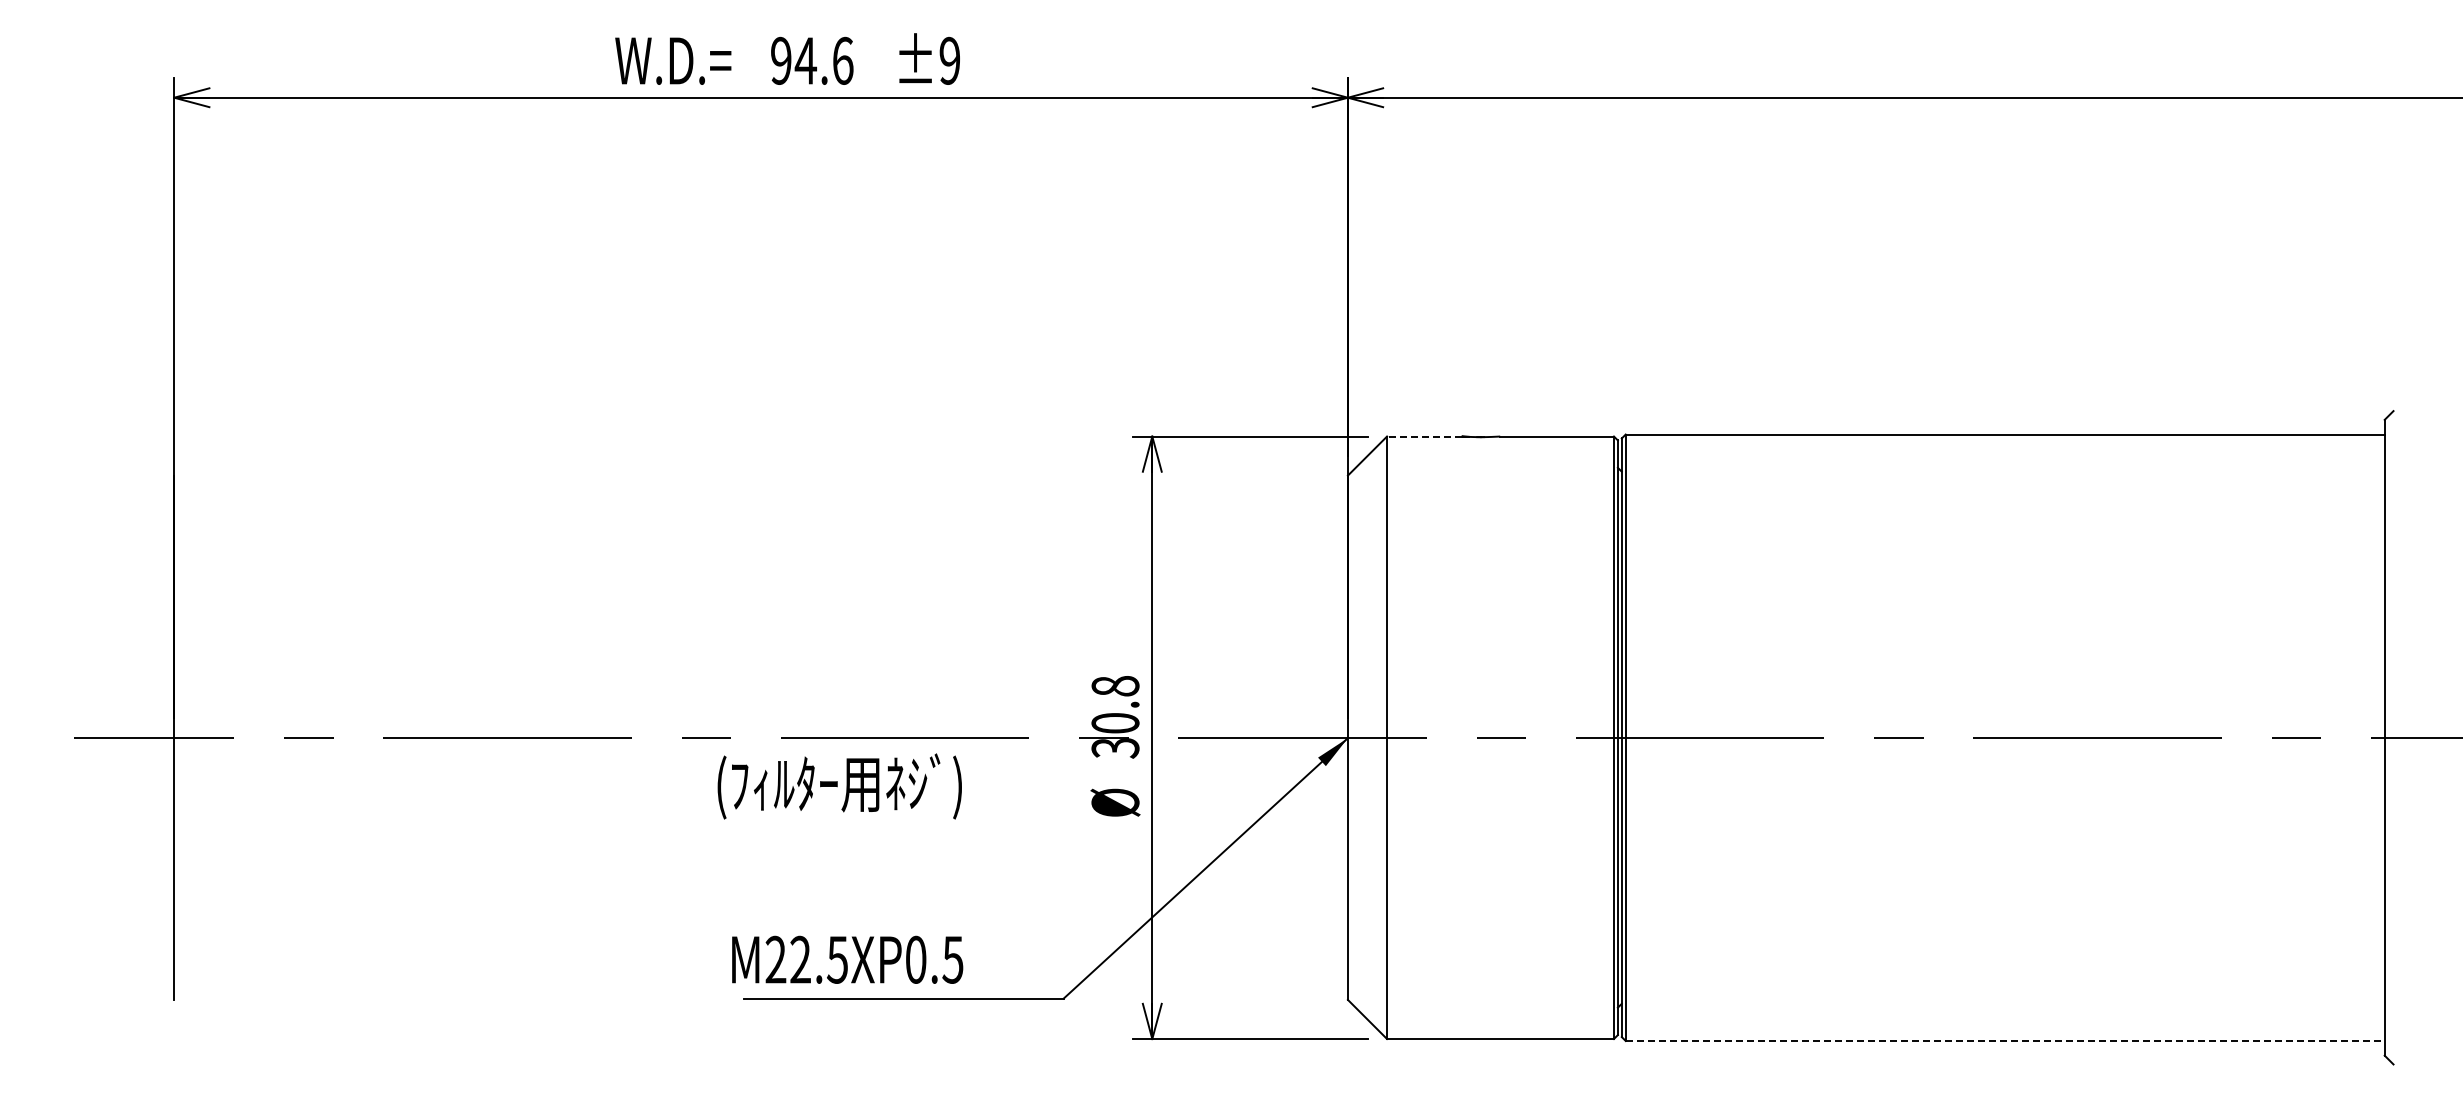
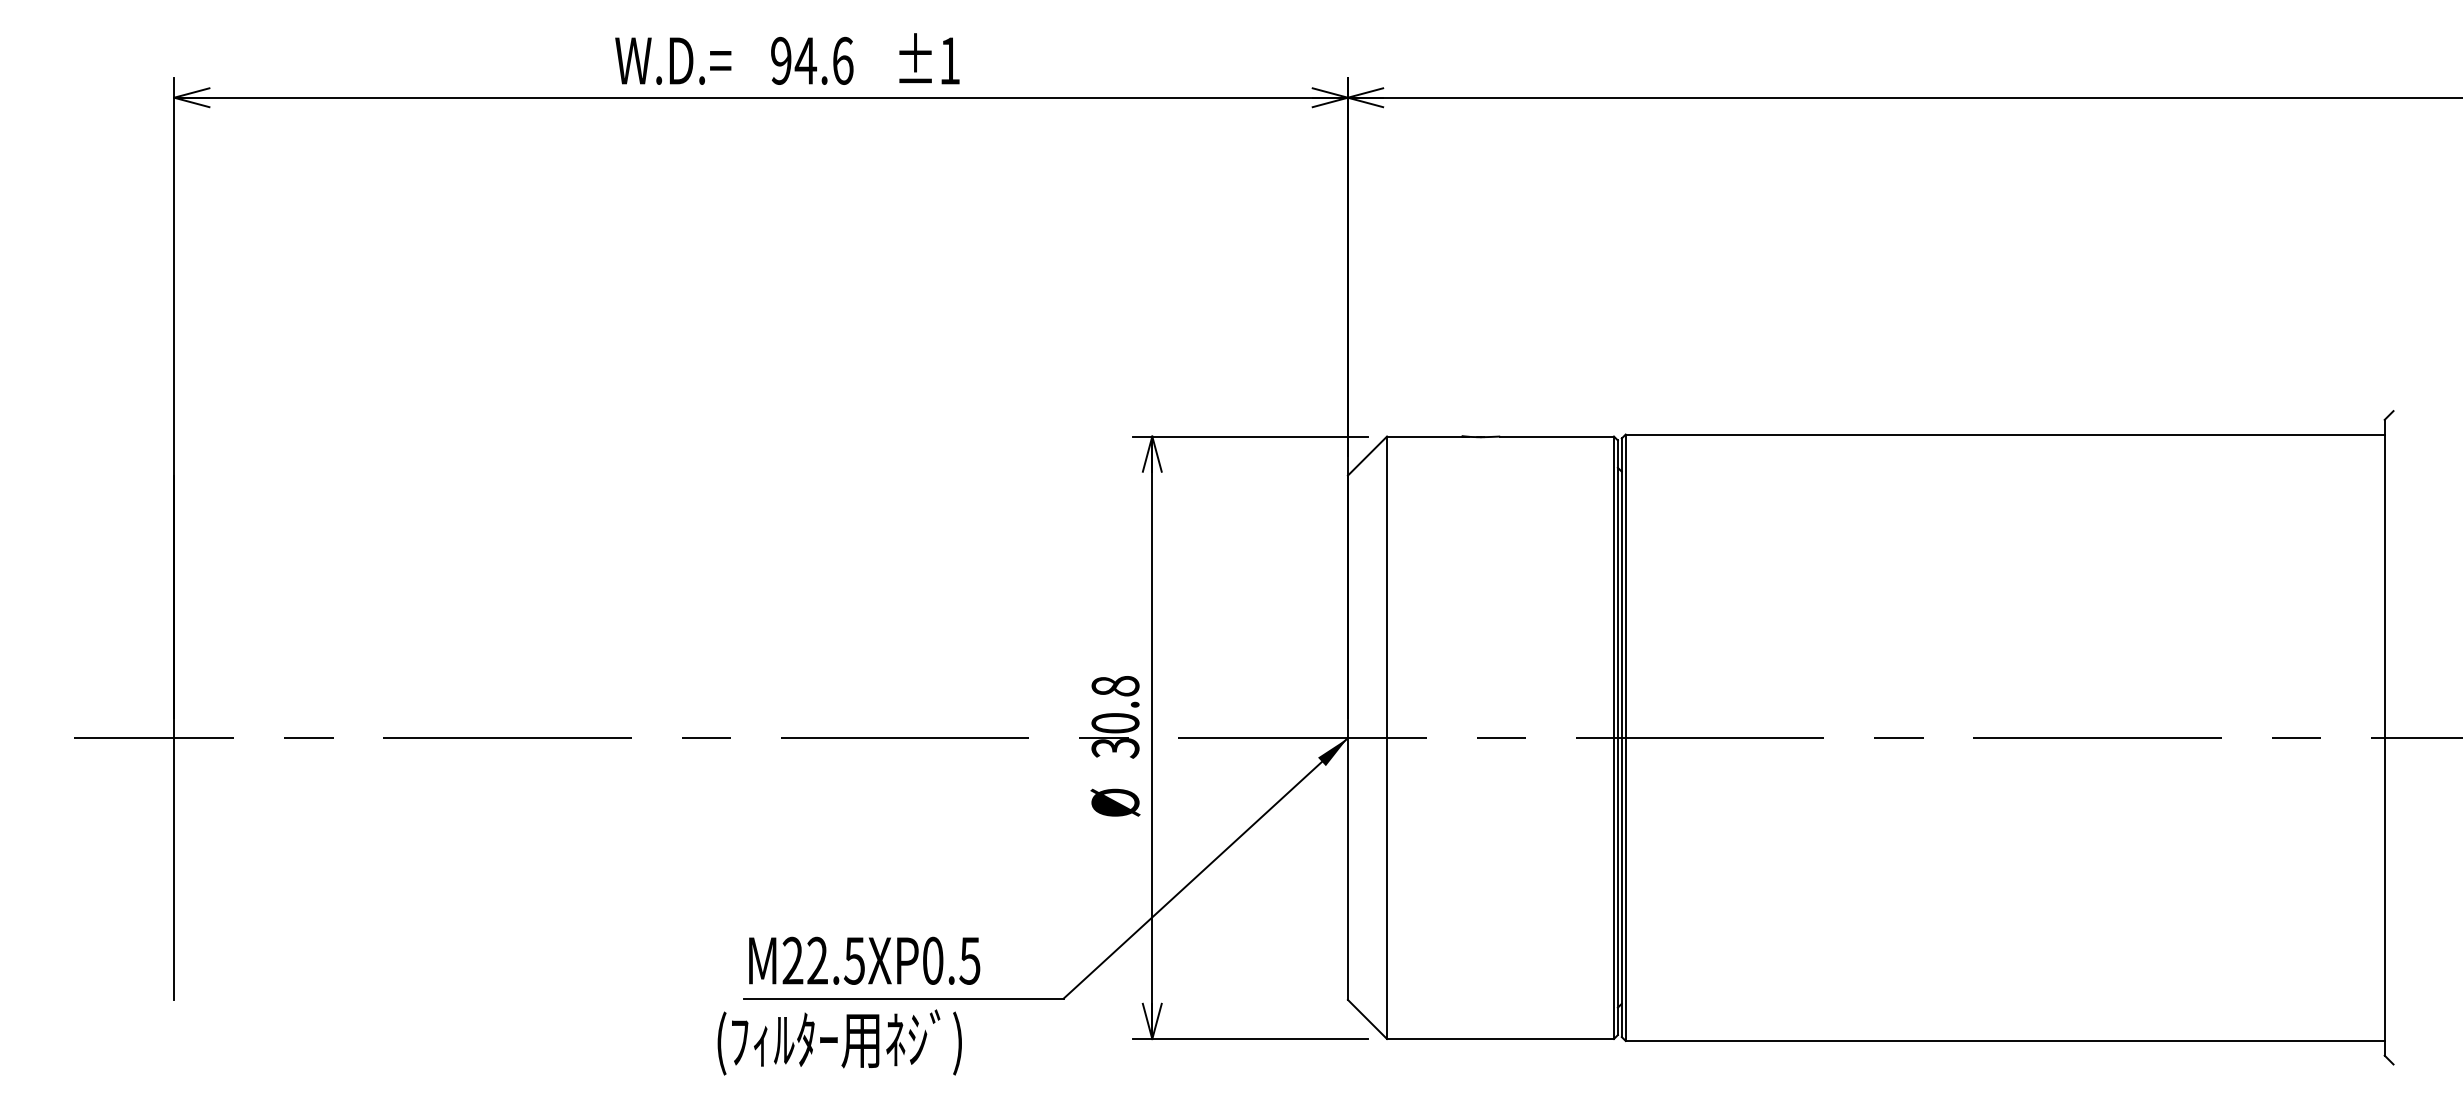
text at (949, 60): ±9 -> ±1
line at (1423, 436): dashed -> solid
text at (839, 786) position: (839, 786) -> (839, 1042)
text at (847, 959) position: (847, 959) -> (864, 960)
line at (2005, 1040): dashed -> solid
